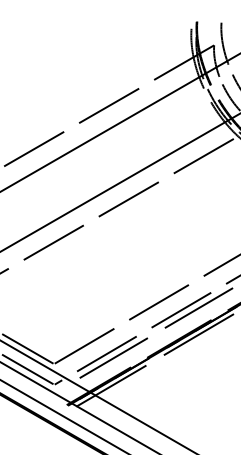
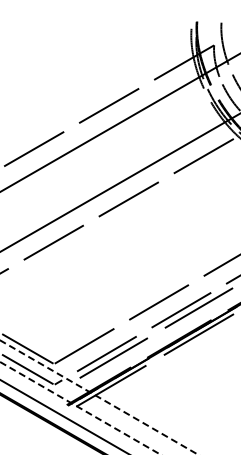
line at (99, 397): solid -> dashed
line at (80, 408): solid -> dashed
